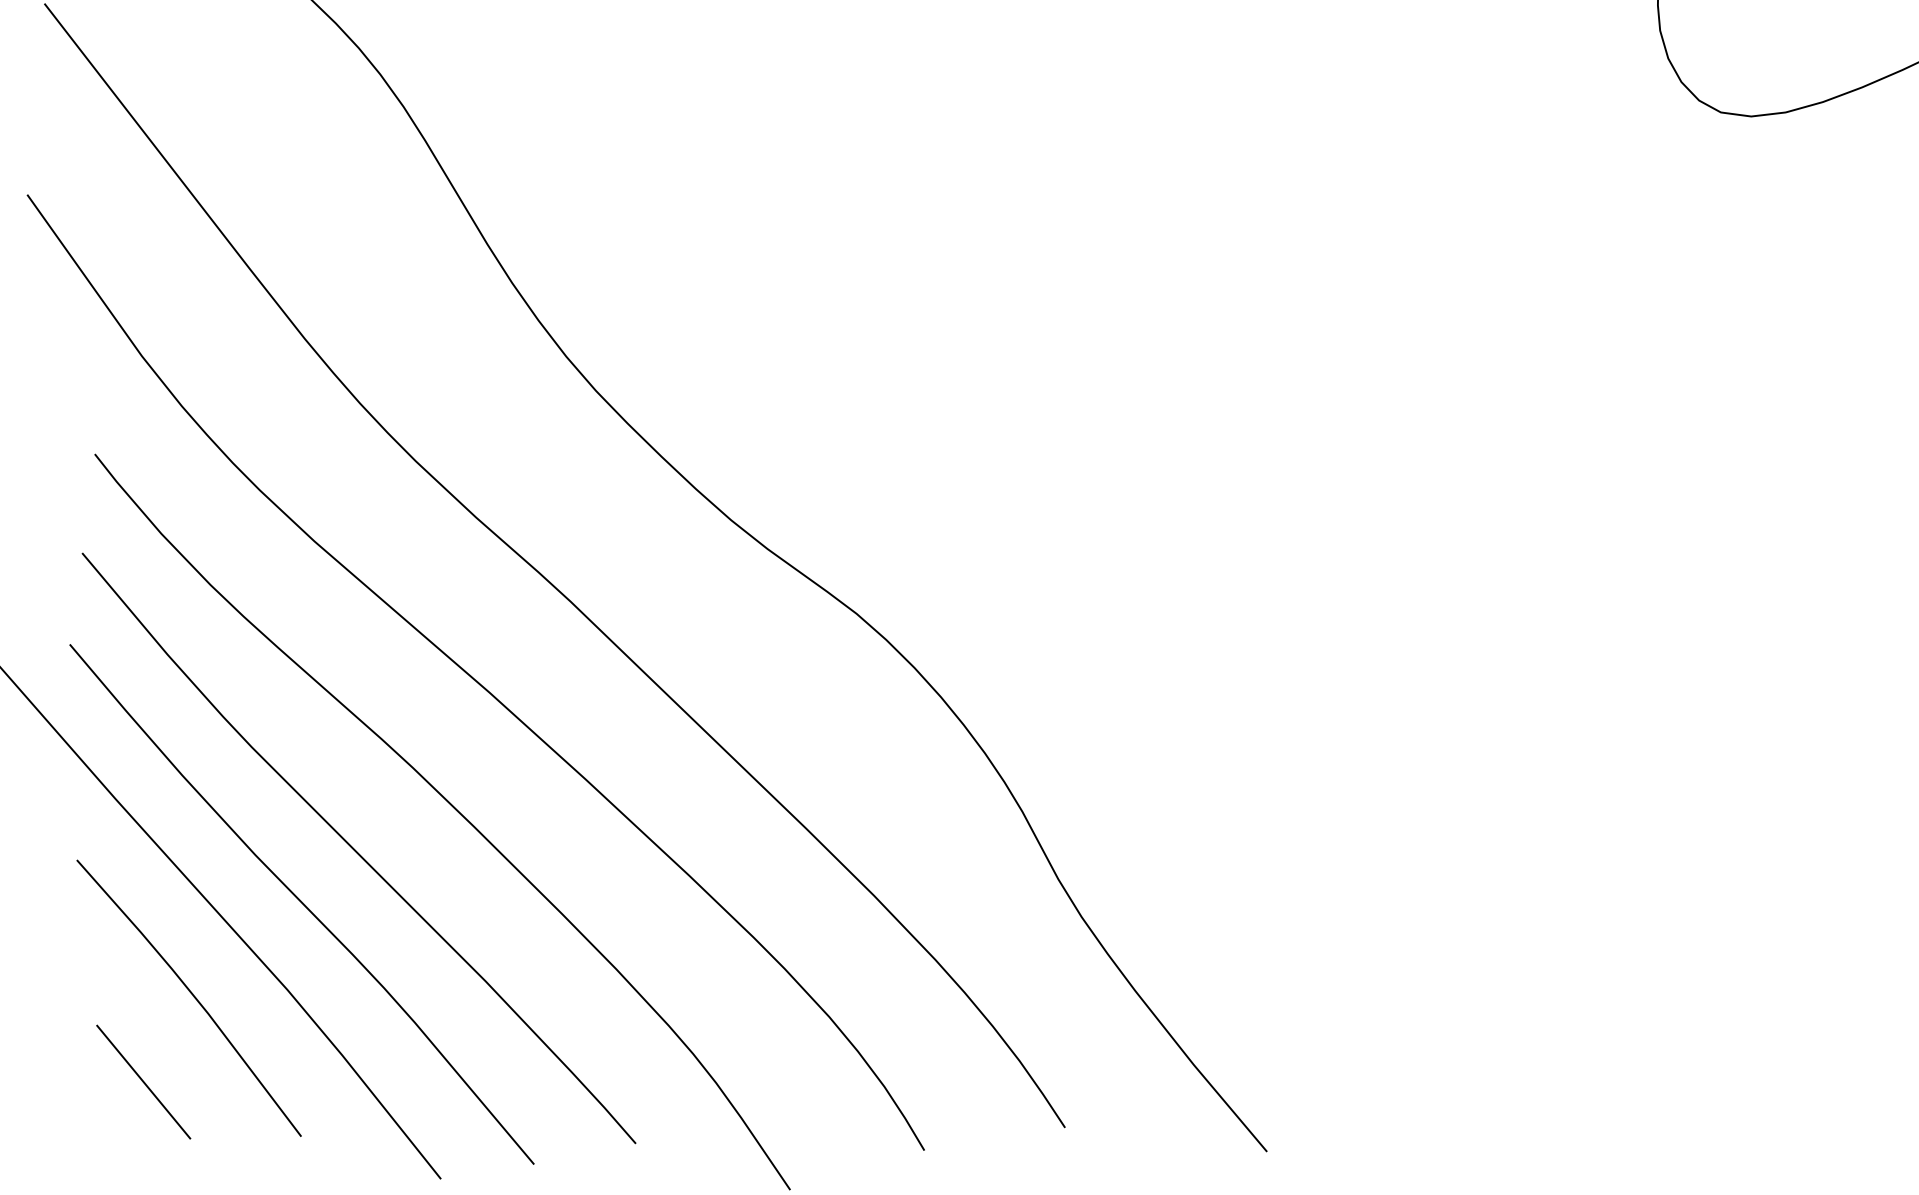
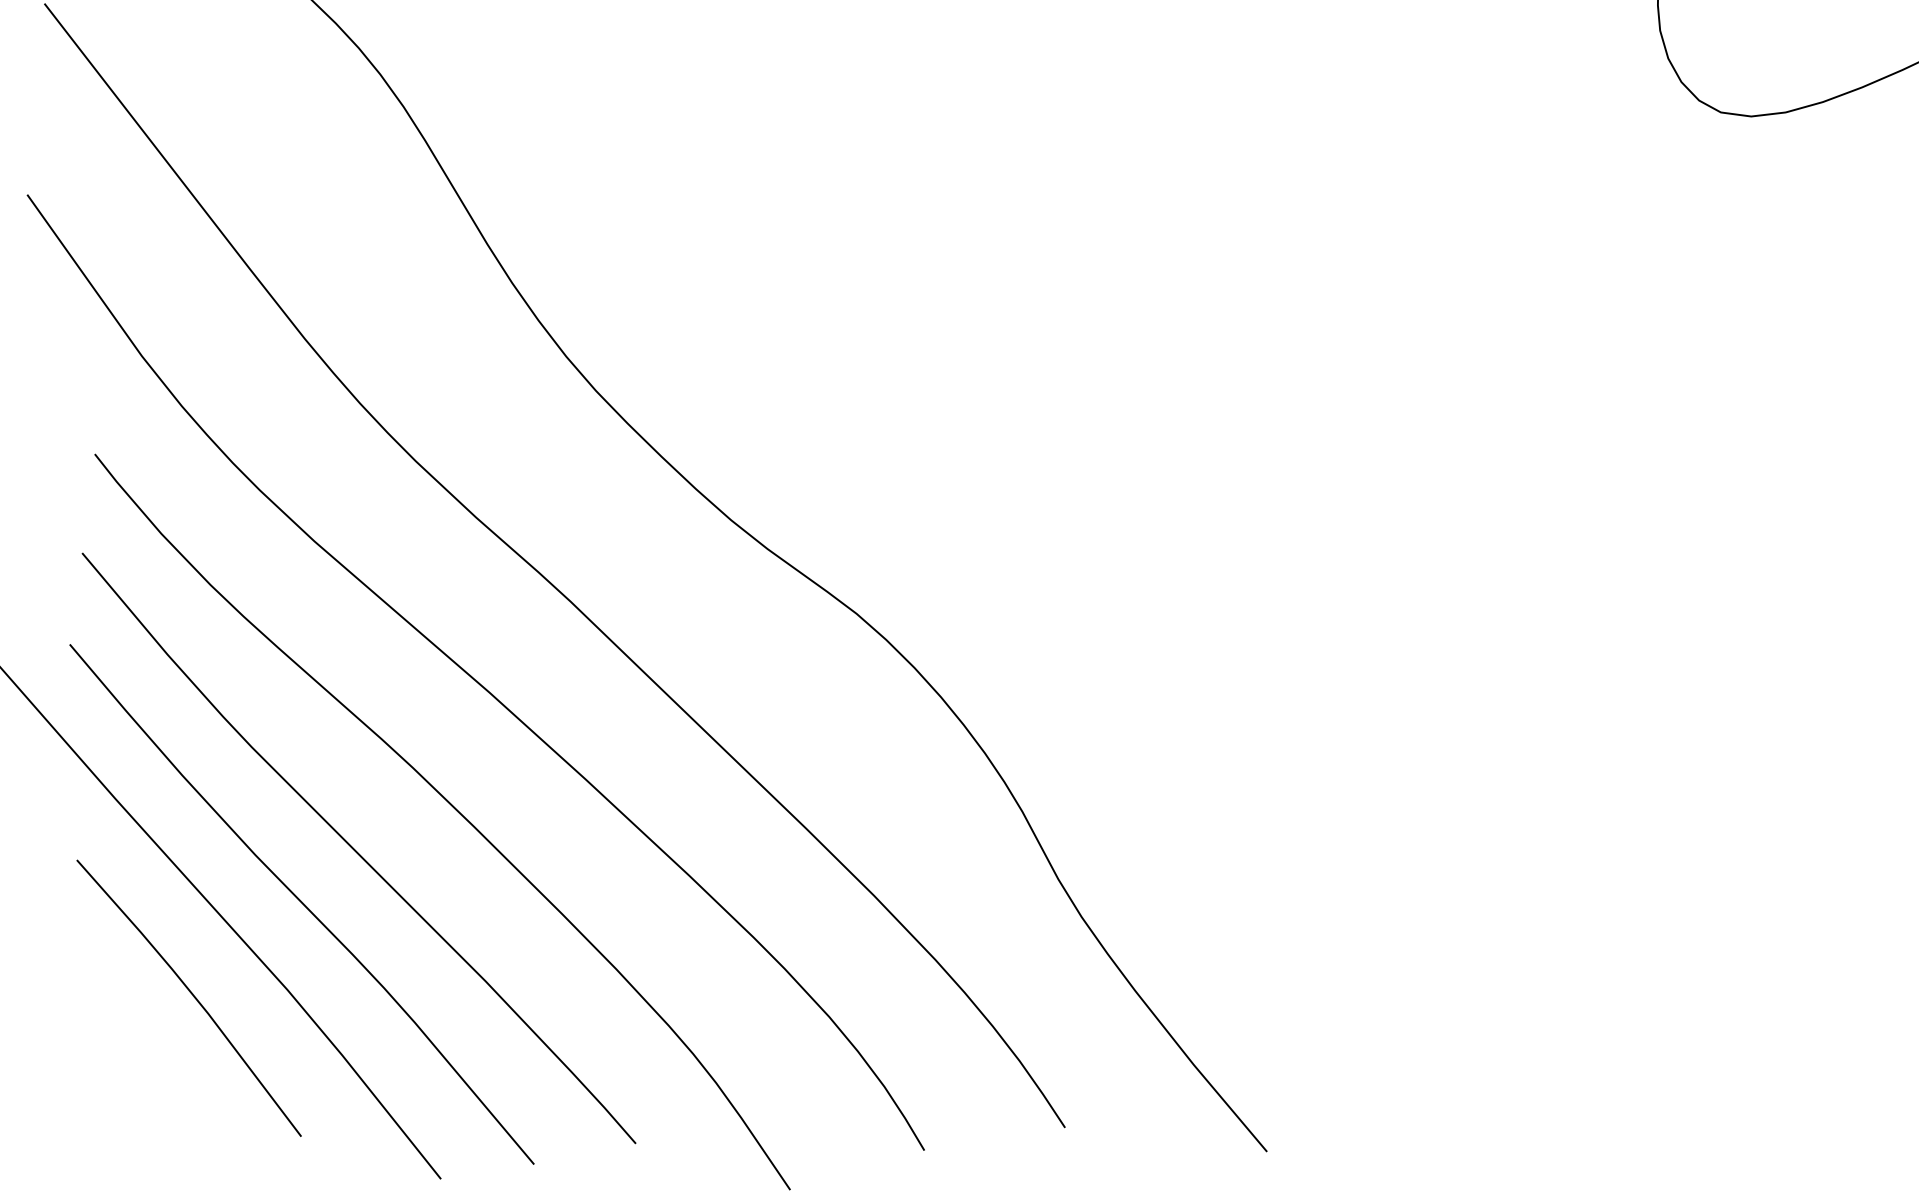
line at (143, 1081): present -> none
